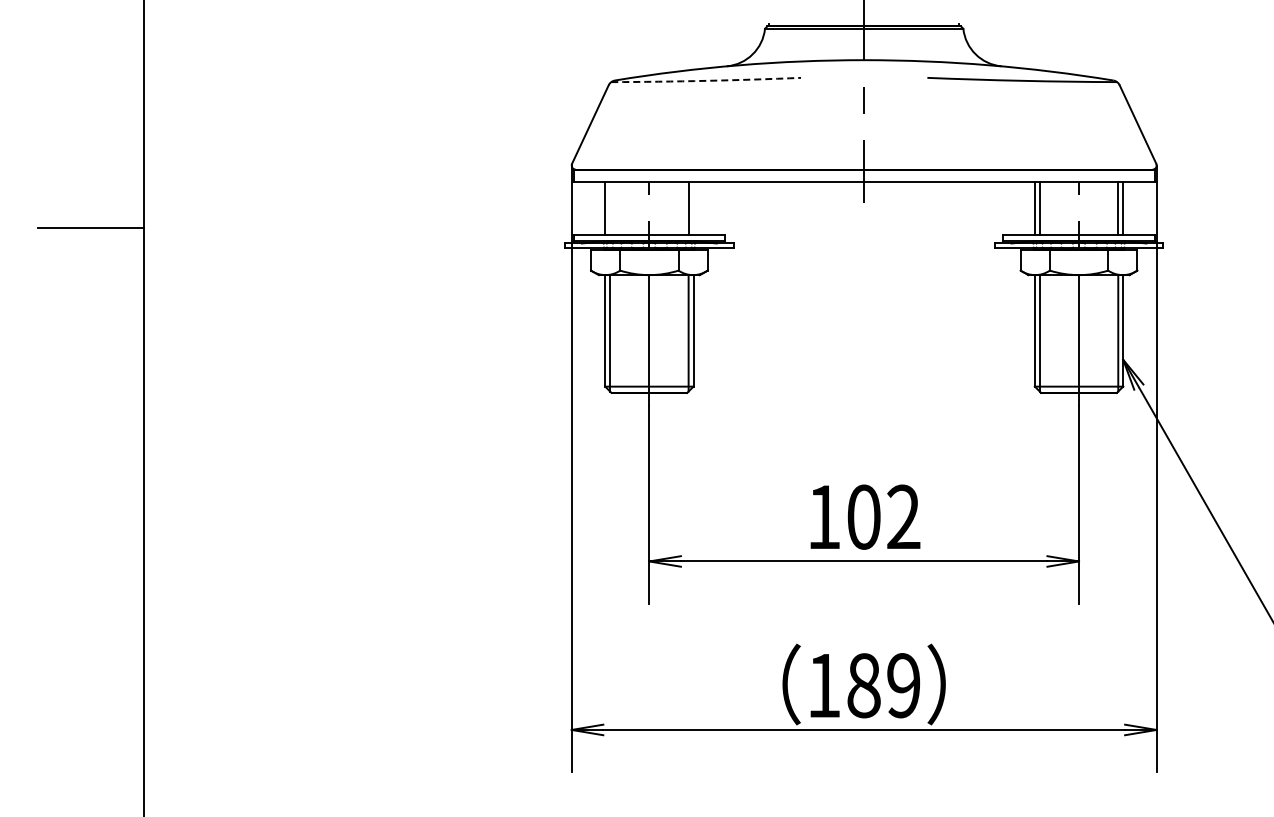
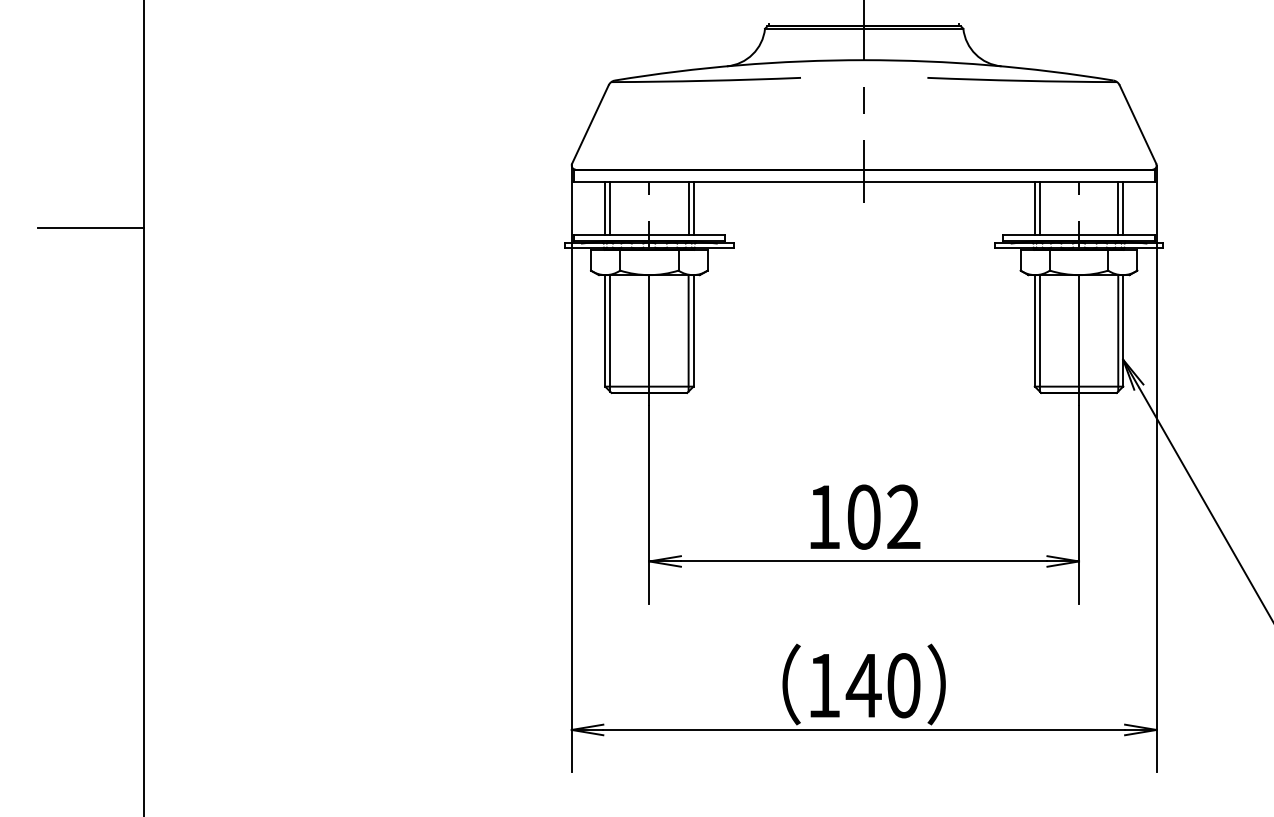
arc at (706, 80): dashed -> solid
line at (610, 208): none -> present
line at (693, 208): none -> present
text at (882, 685): 189 -> 140
